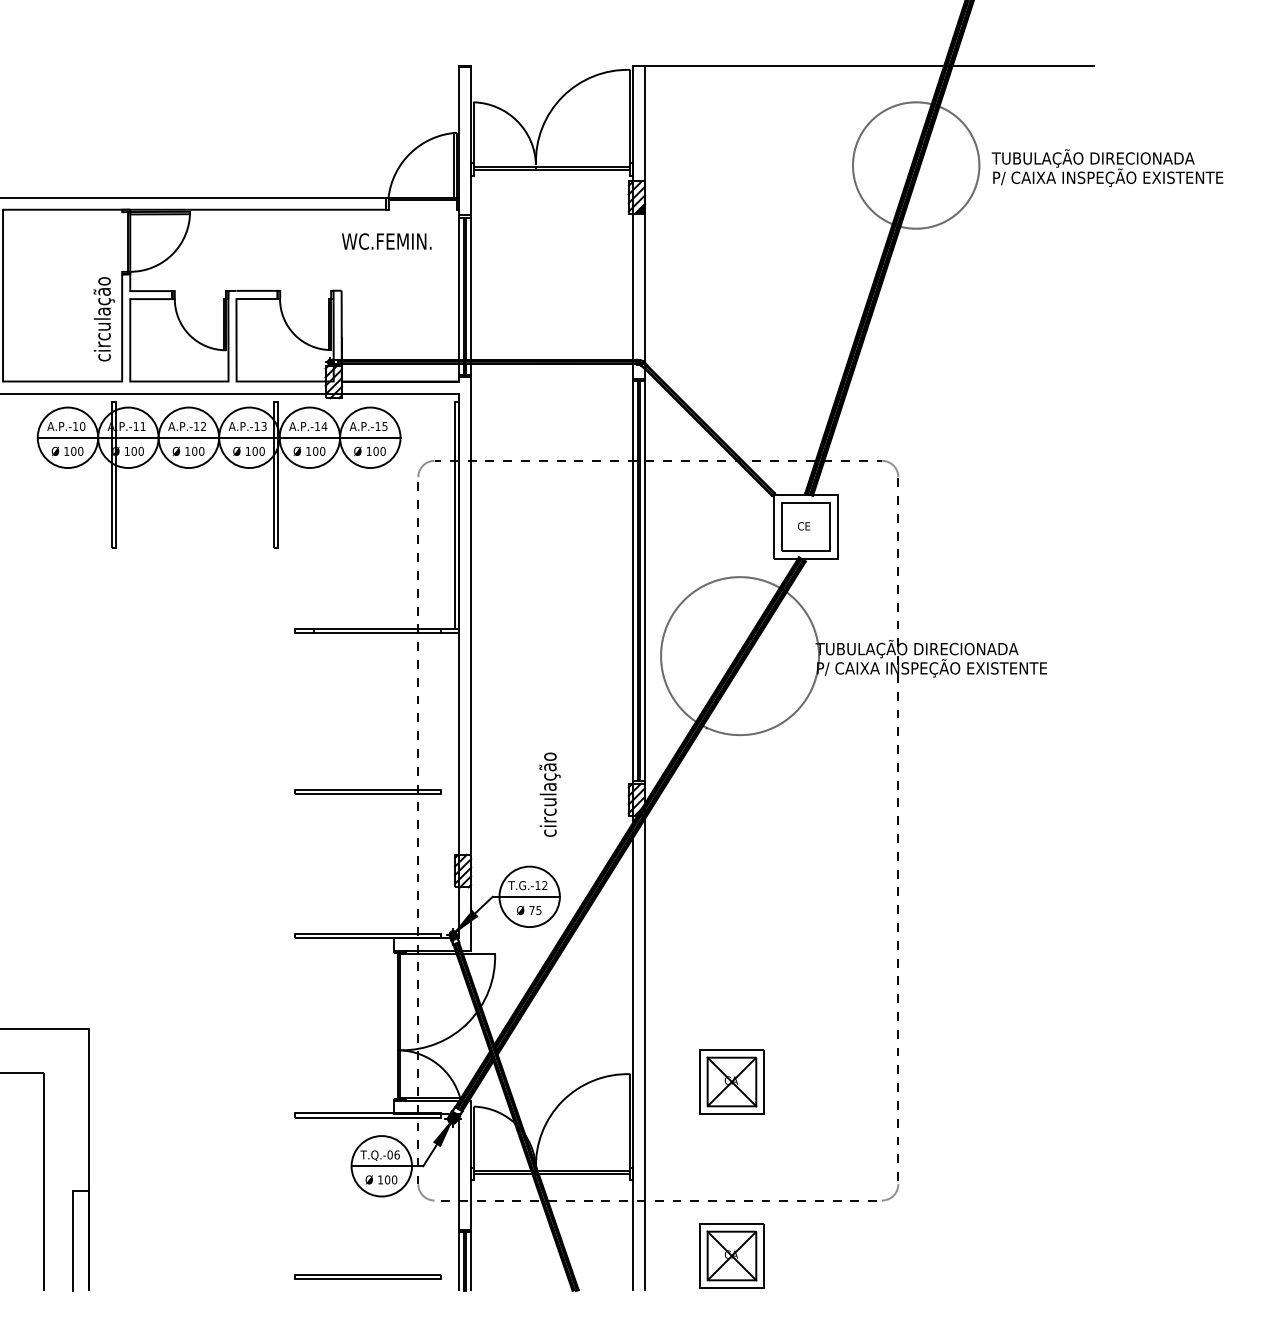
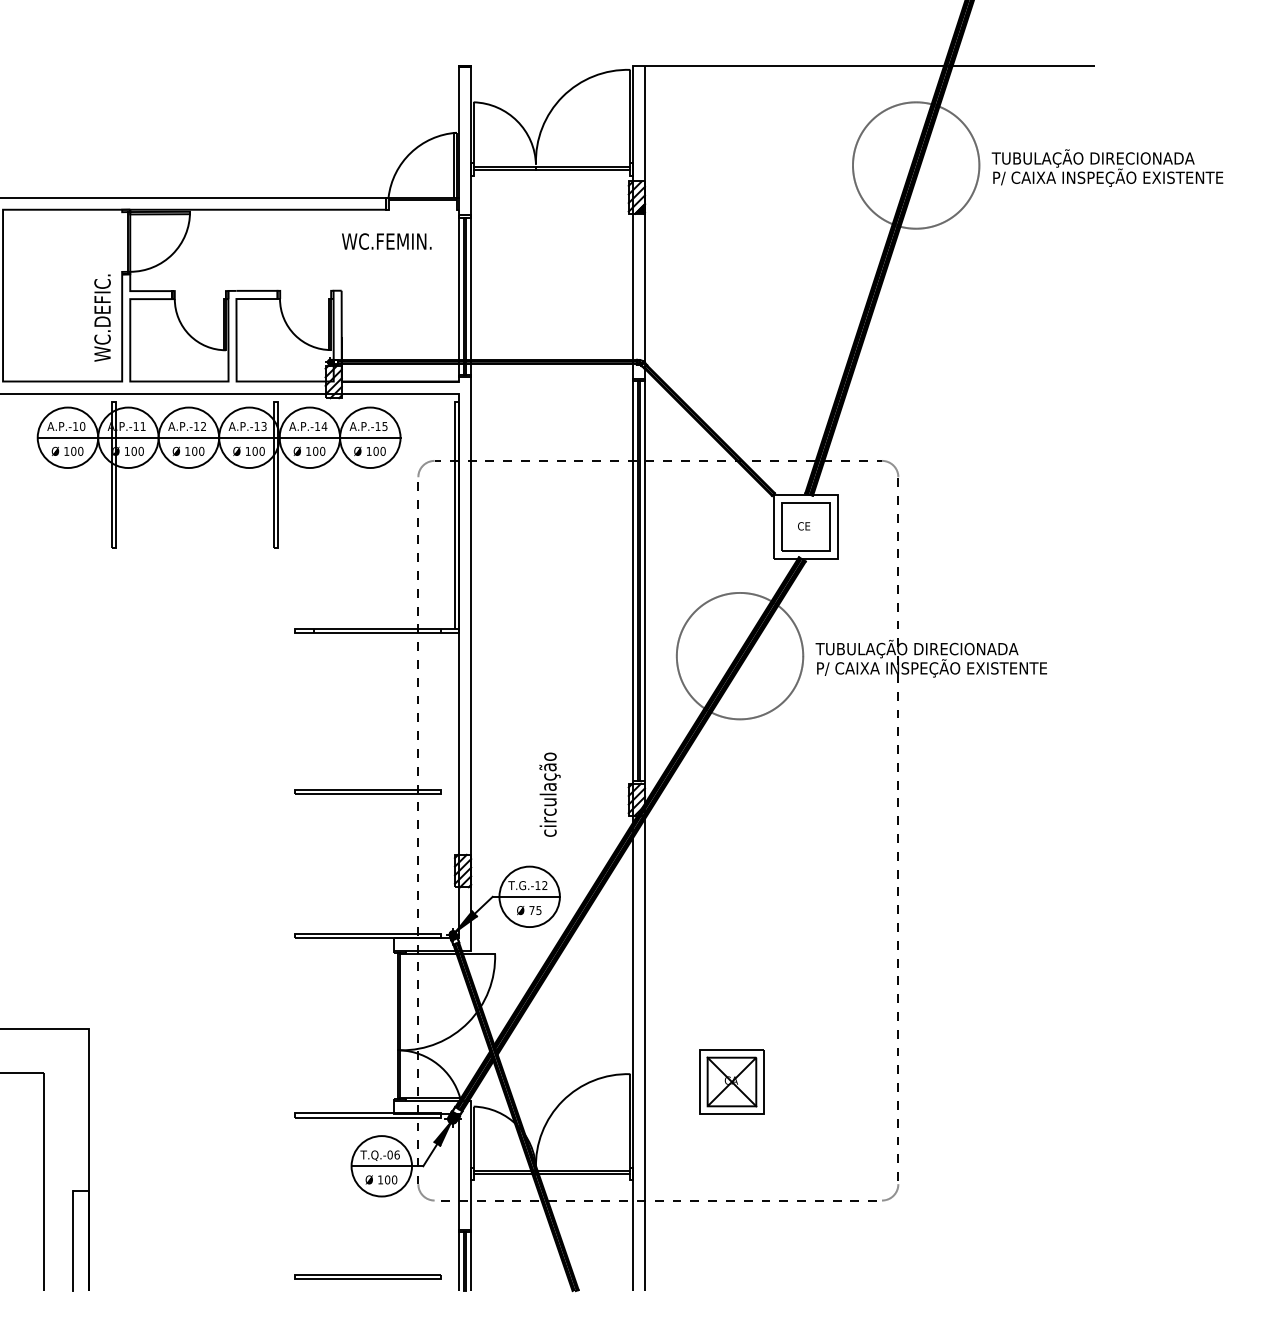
text at (103, 317): circulação -> WC.DEFIC.
circle at (740, 656) diameter: 158 px -> 126 px
part at (731, 1255): present -> none
